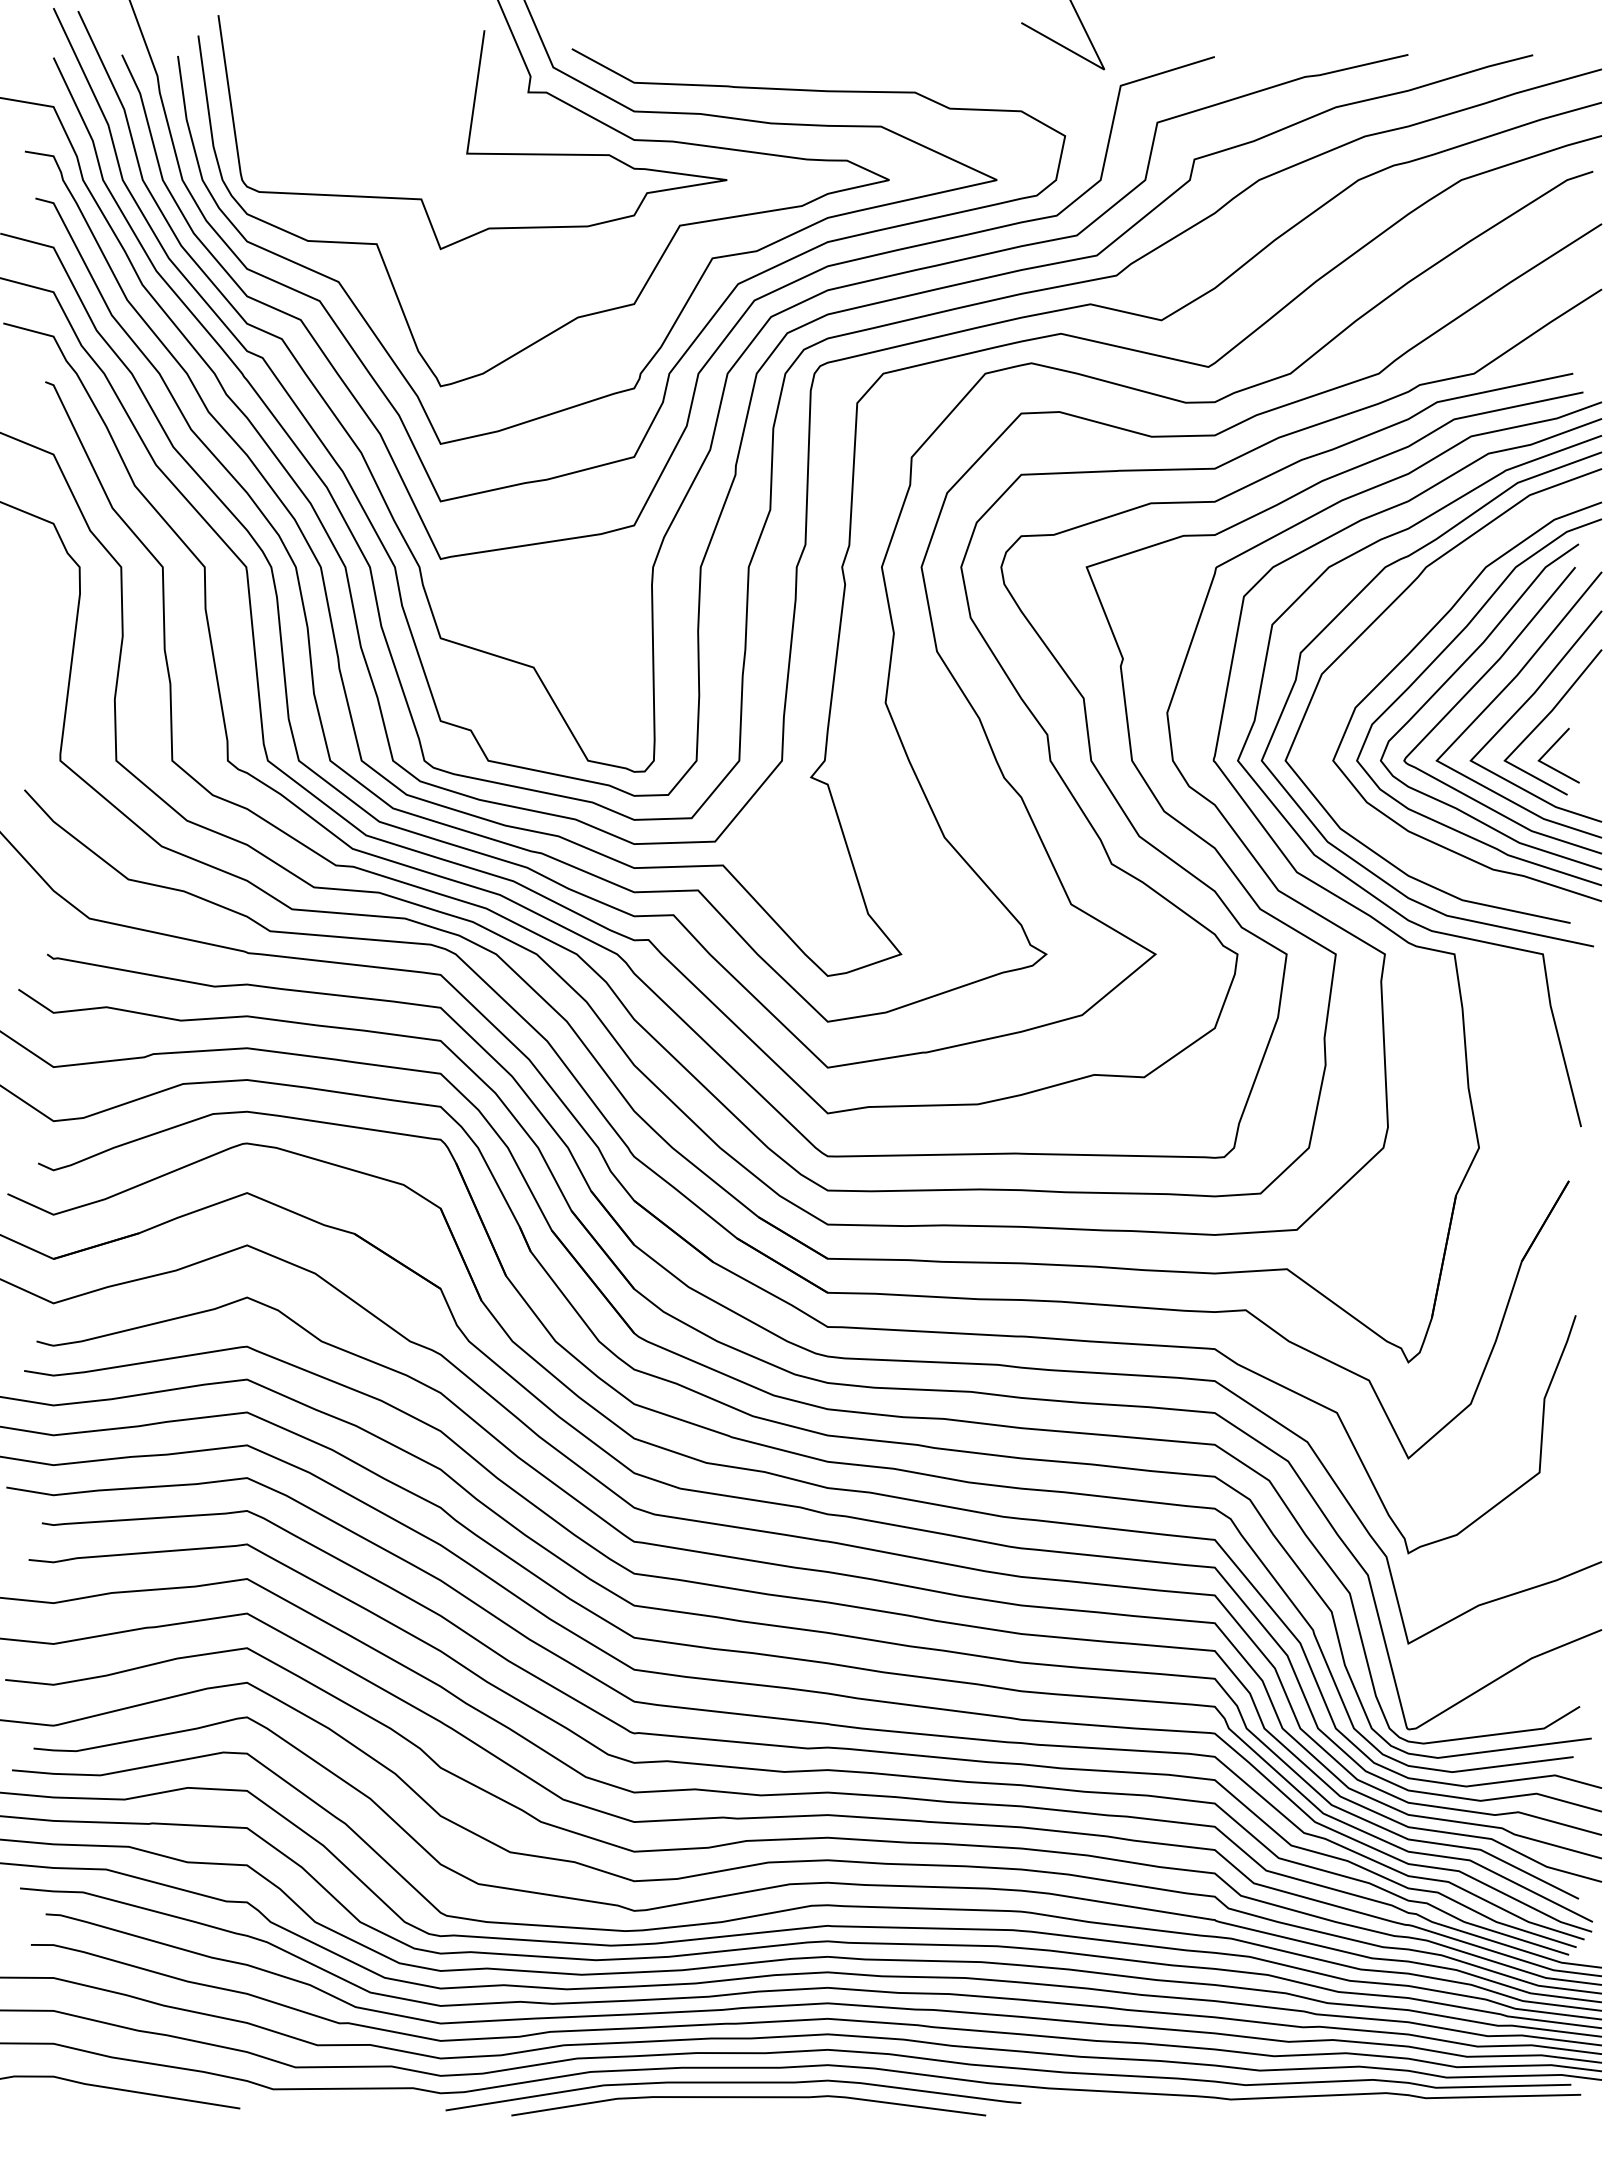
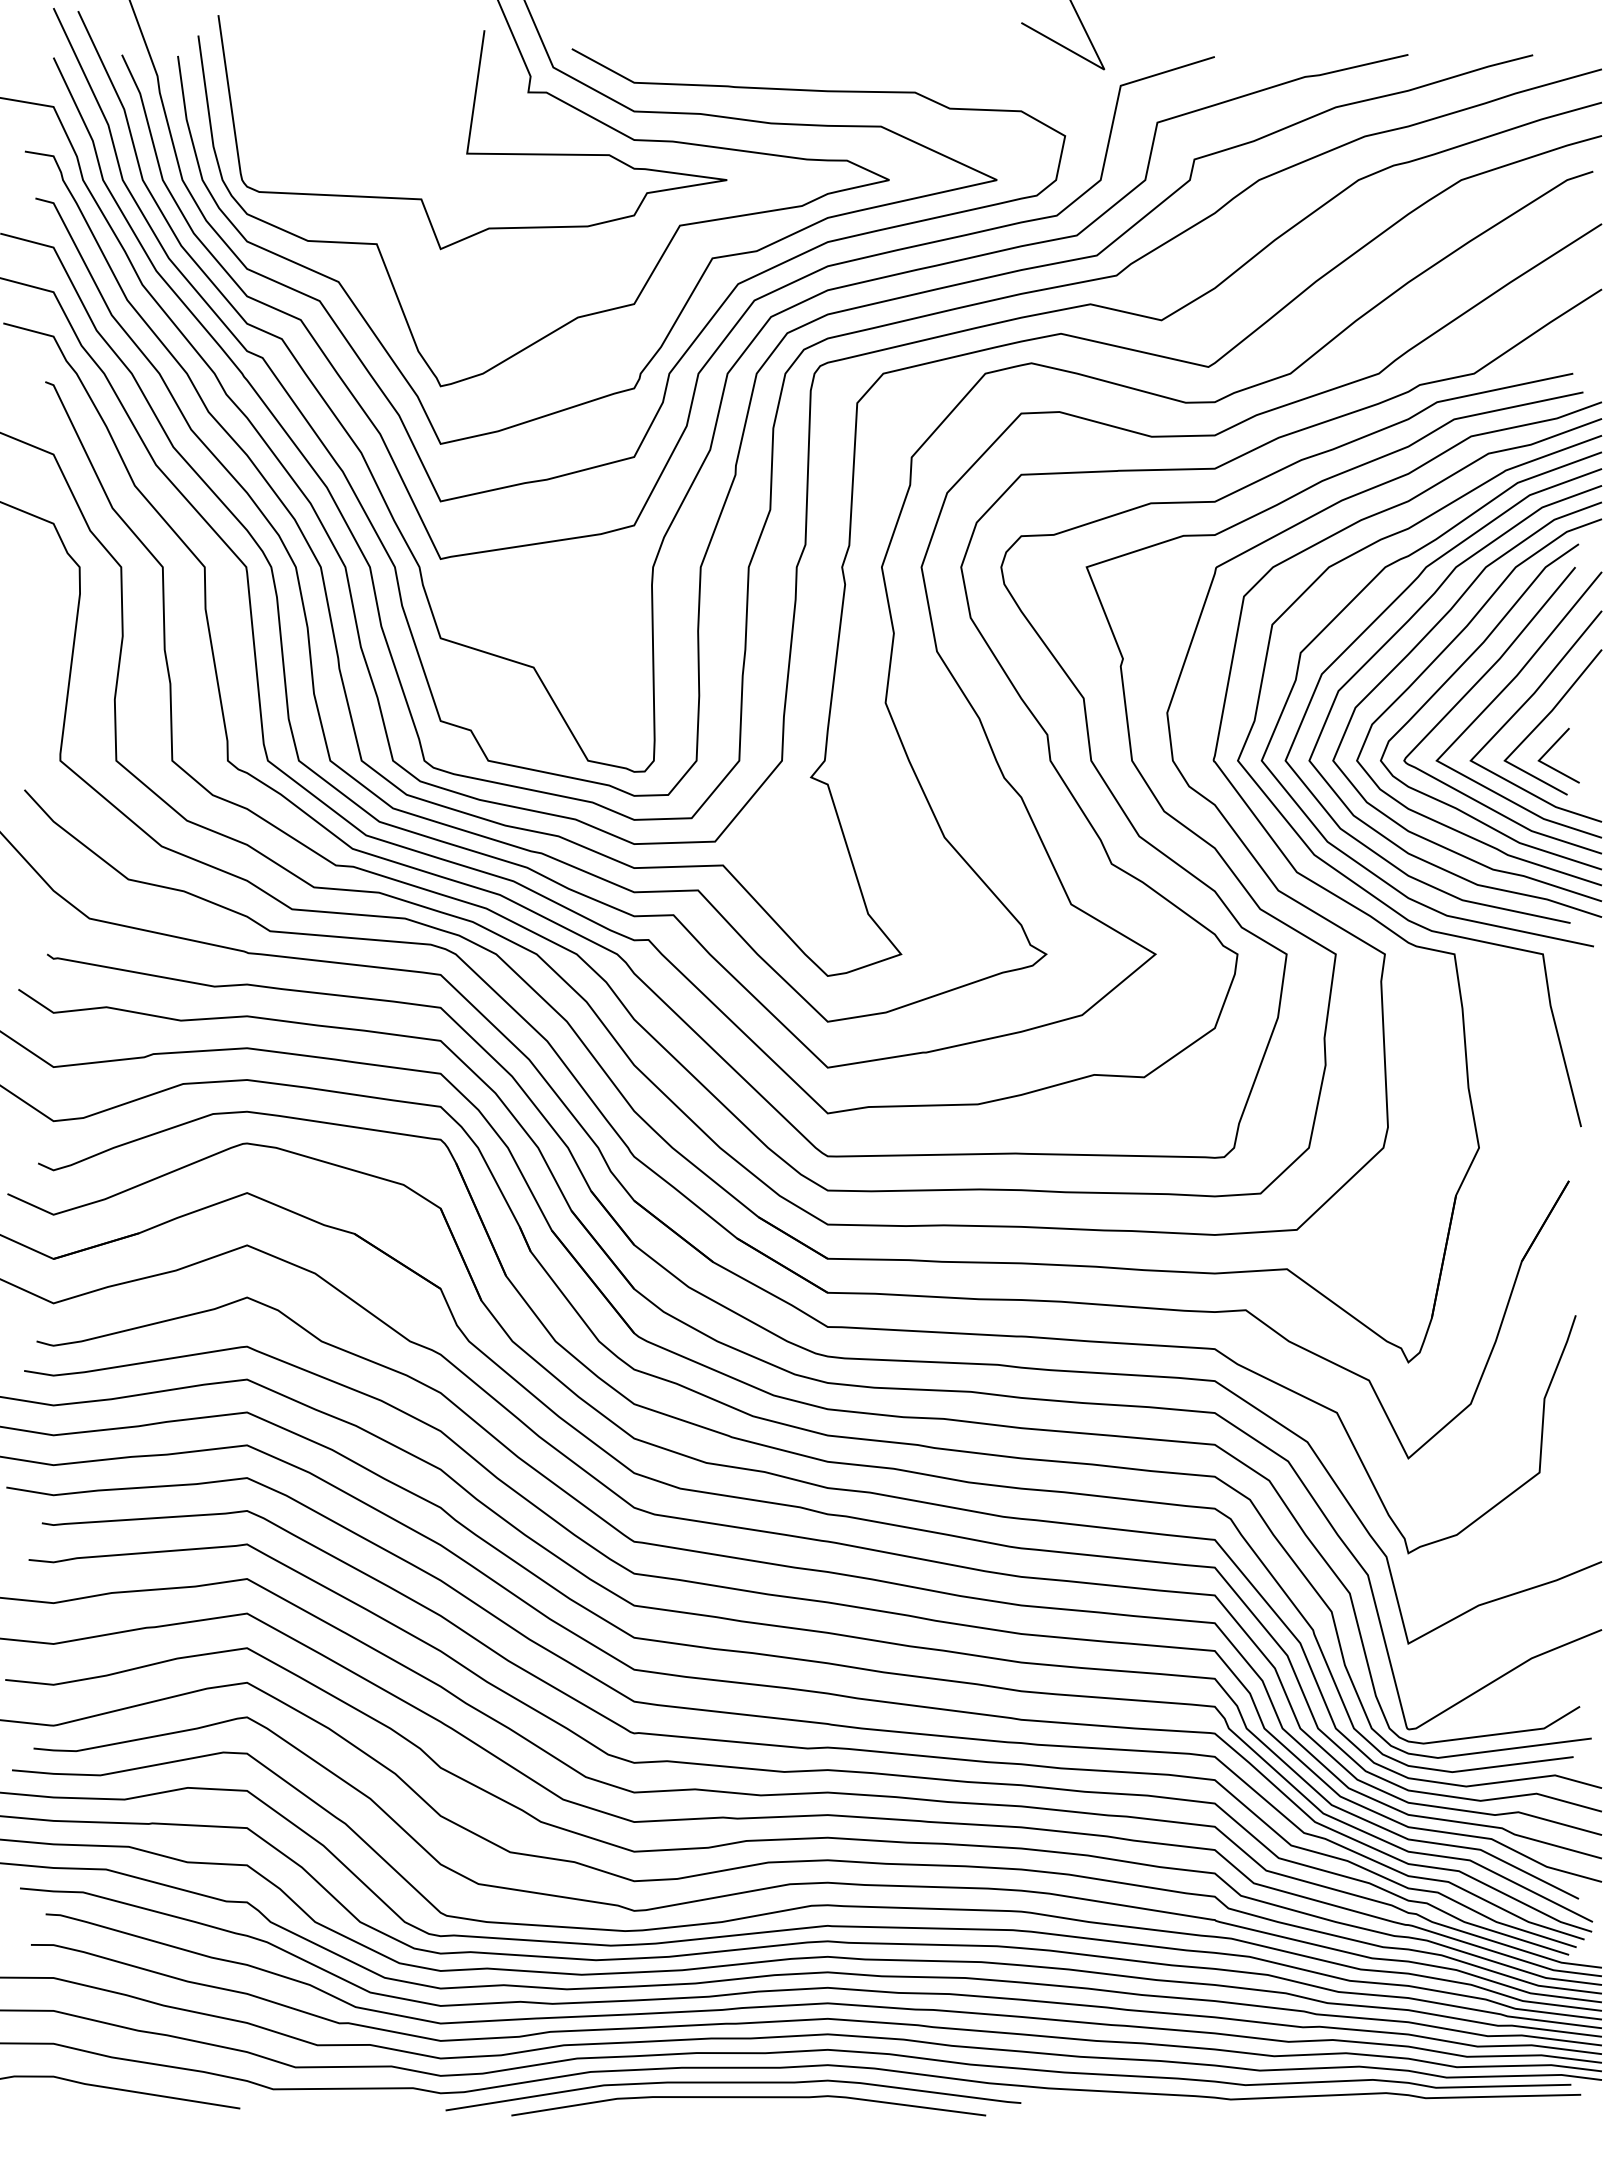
curve at (1392, 638): none -> present
